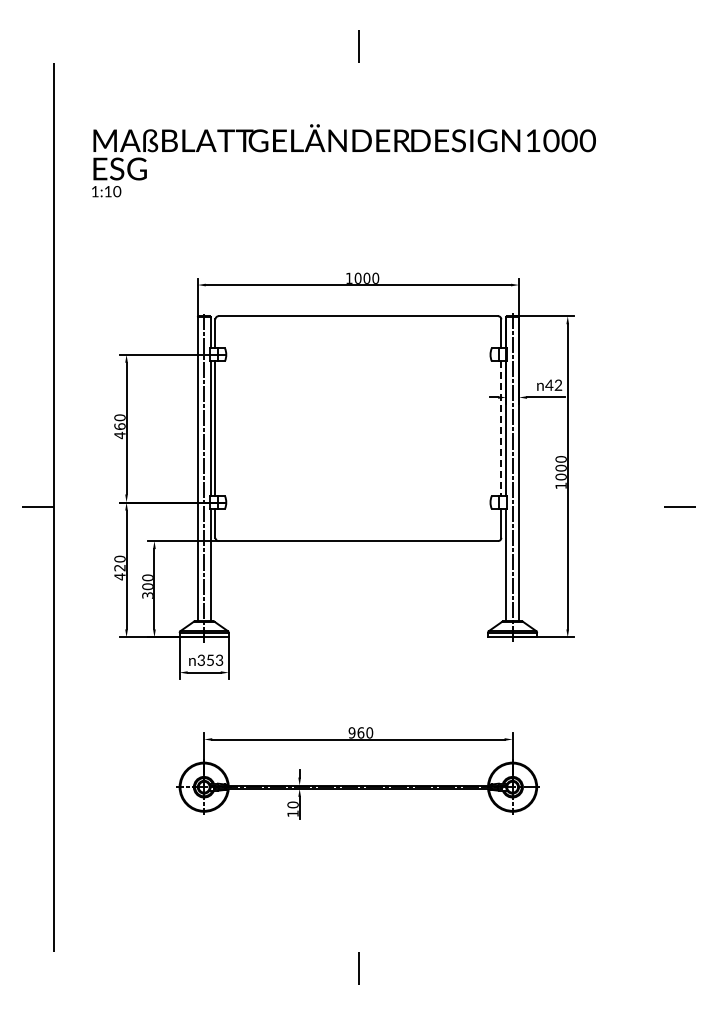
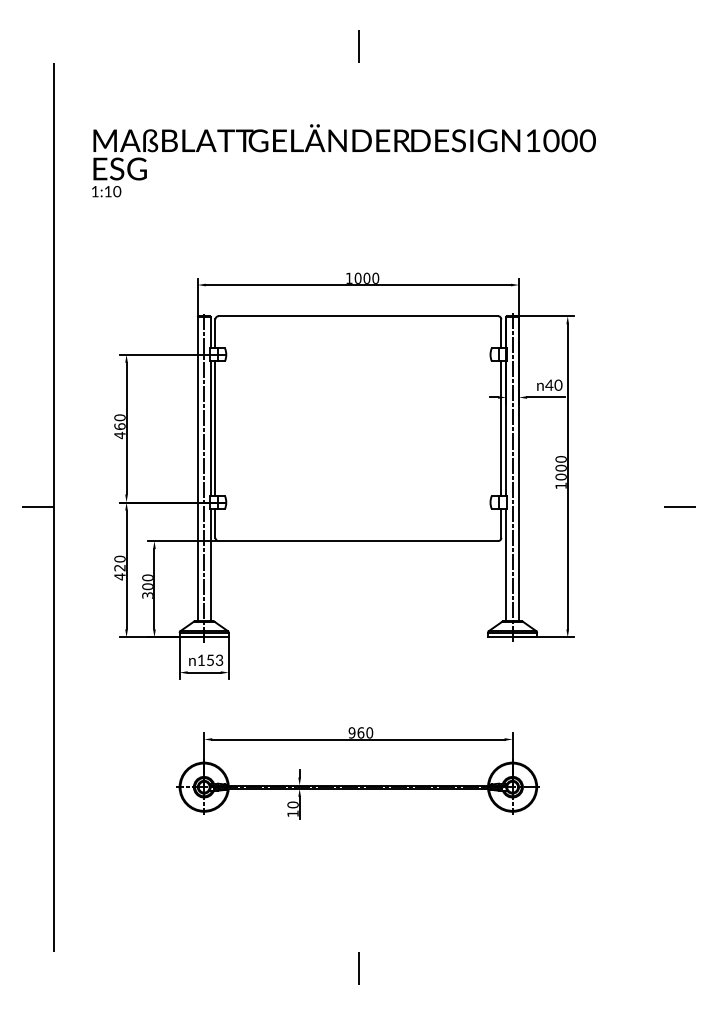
text at (558, 386): 42 -> 40
line at (501, 429): dashed -> solid
text at (200, 659): 353 -> 153
